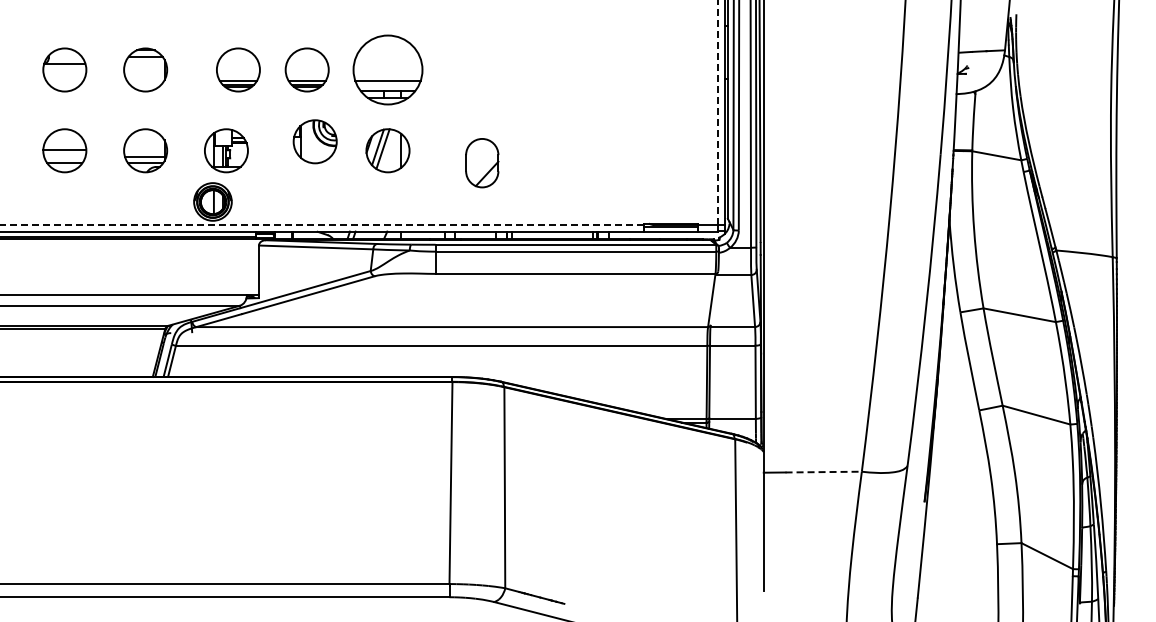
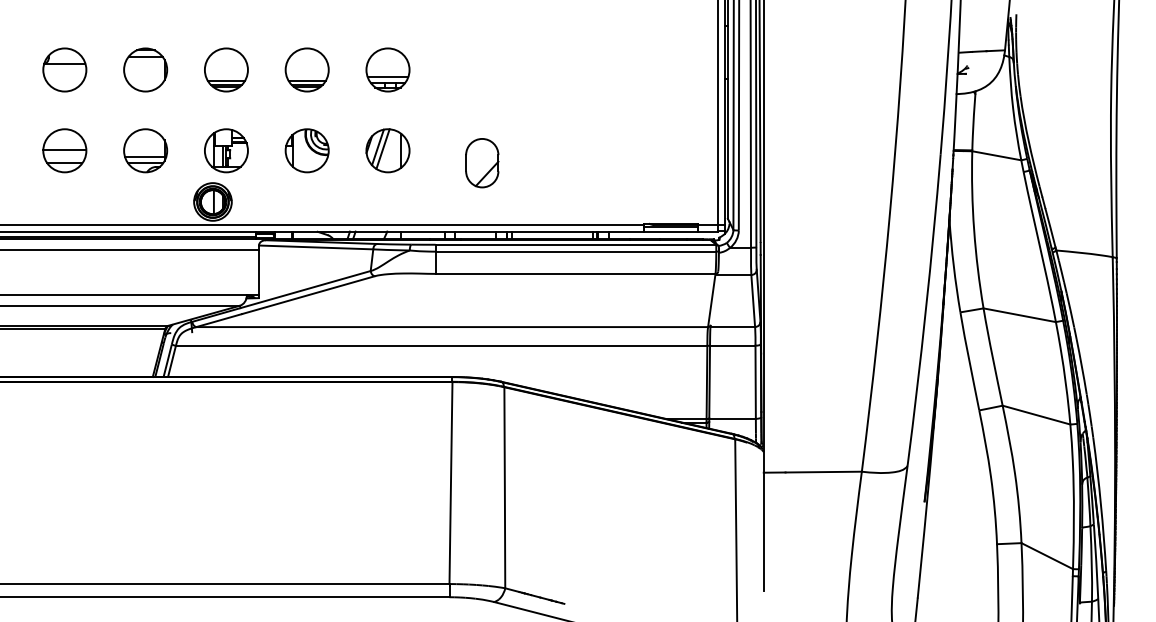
part at (238, 69) position: (238, 69) -> (226, 69)
part at (387, 69) size: 72x72 px -> 46x46 px
line at (718, 112): dashed -> solid
part at (314, 141) position: (314, 141) -> (306, 150)
line at (322, 225): dashed -> solid
line at (130, 249): none -> present
line at (824, 472): dashed -> solid
